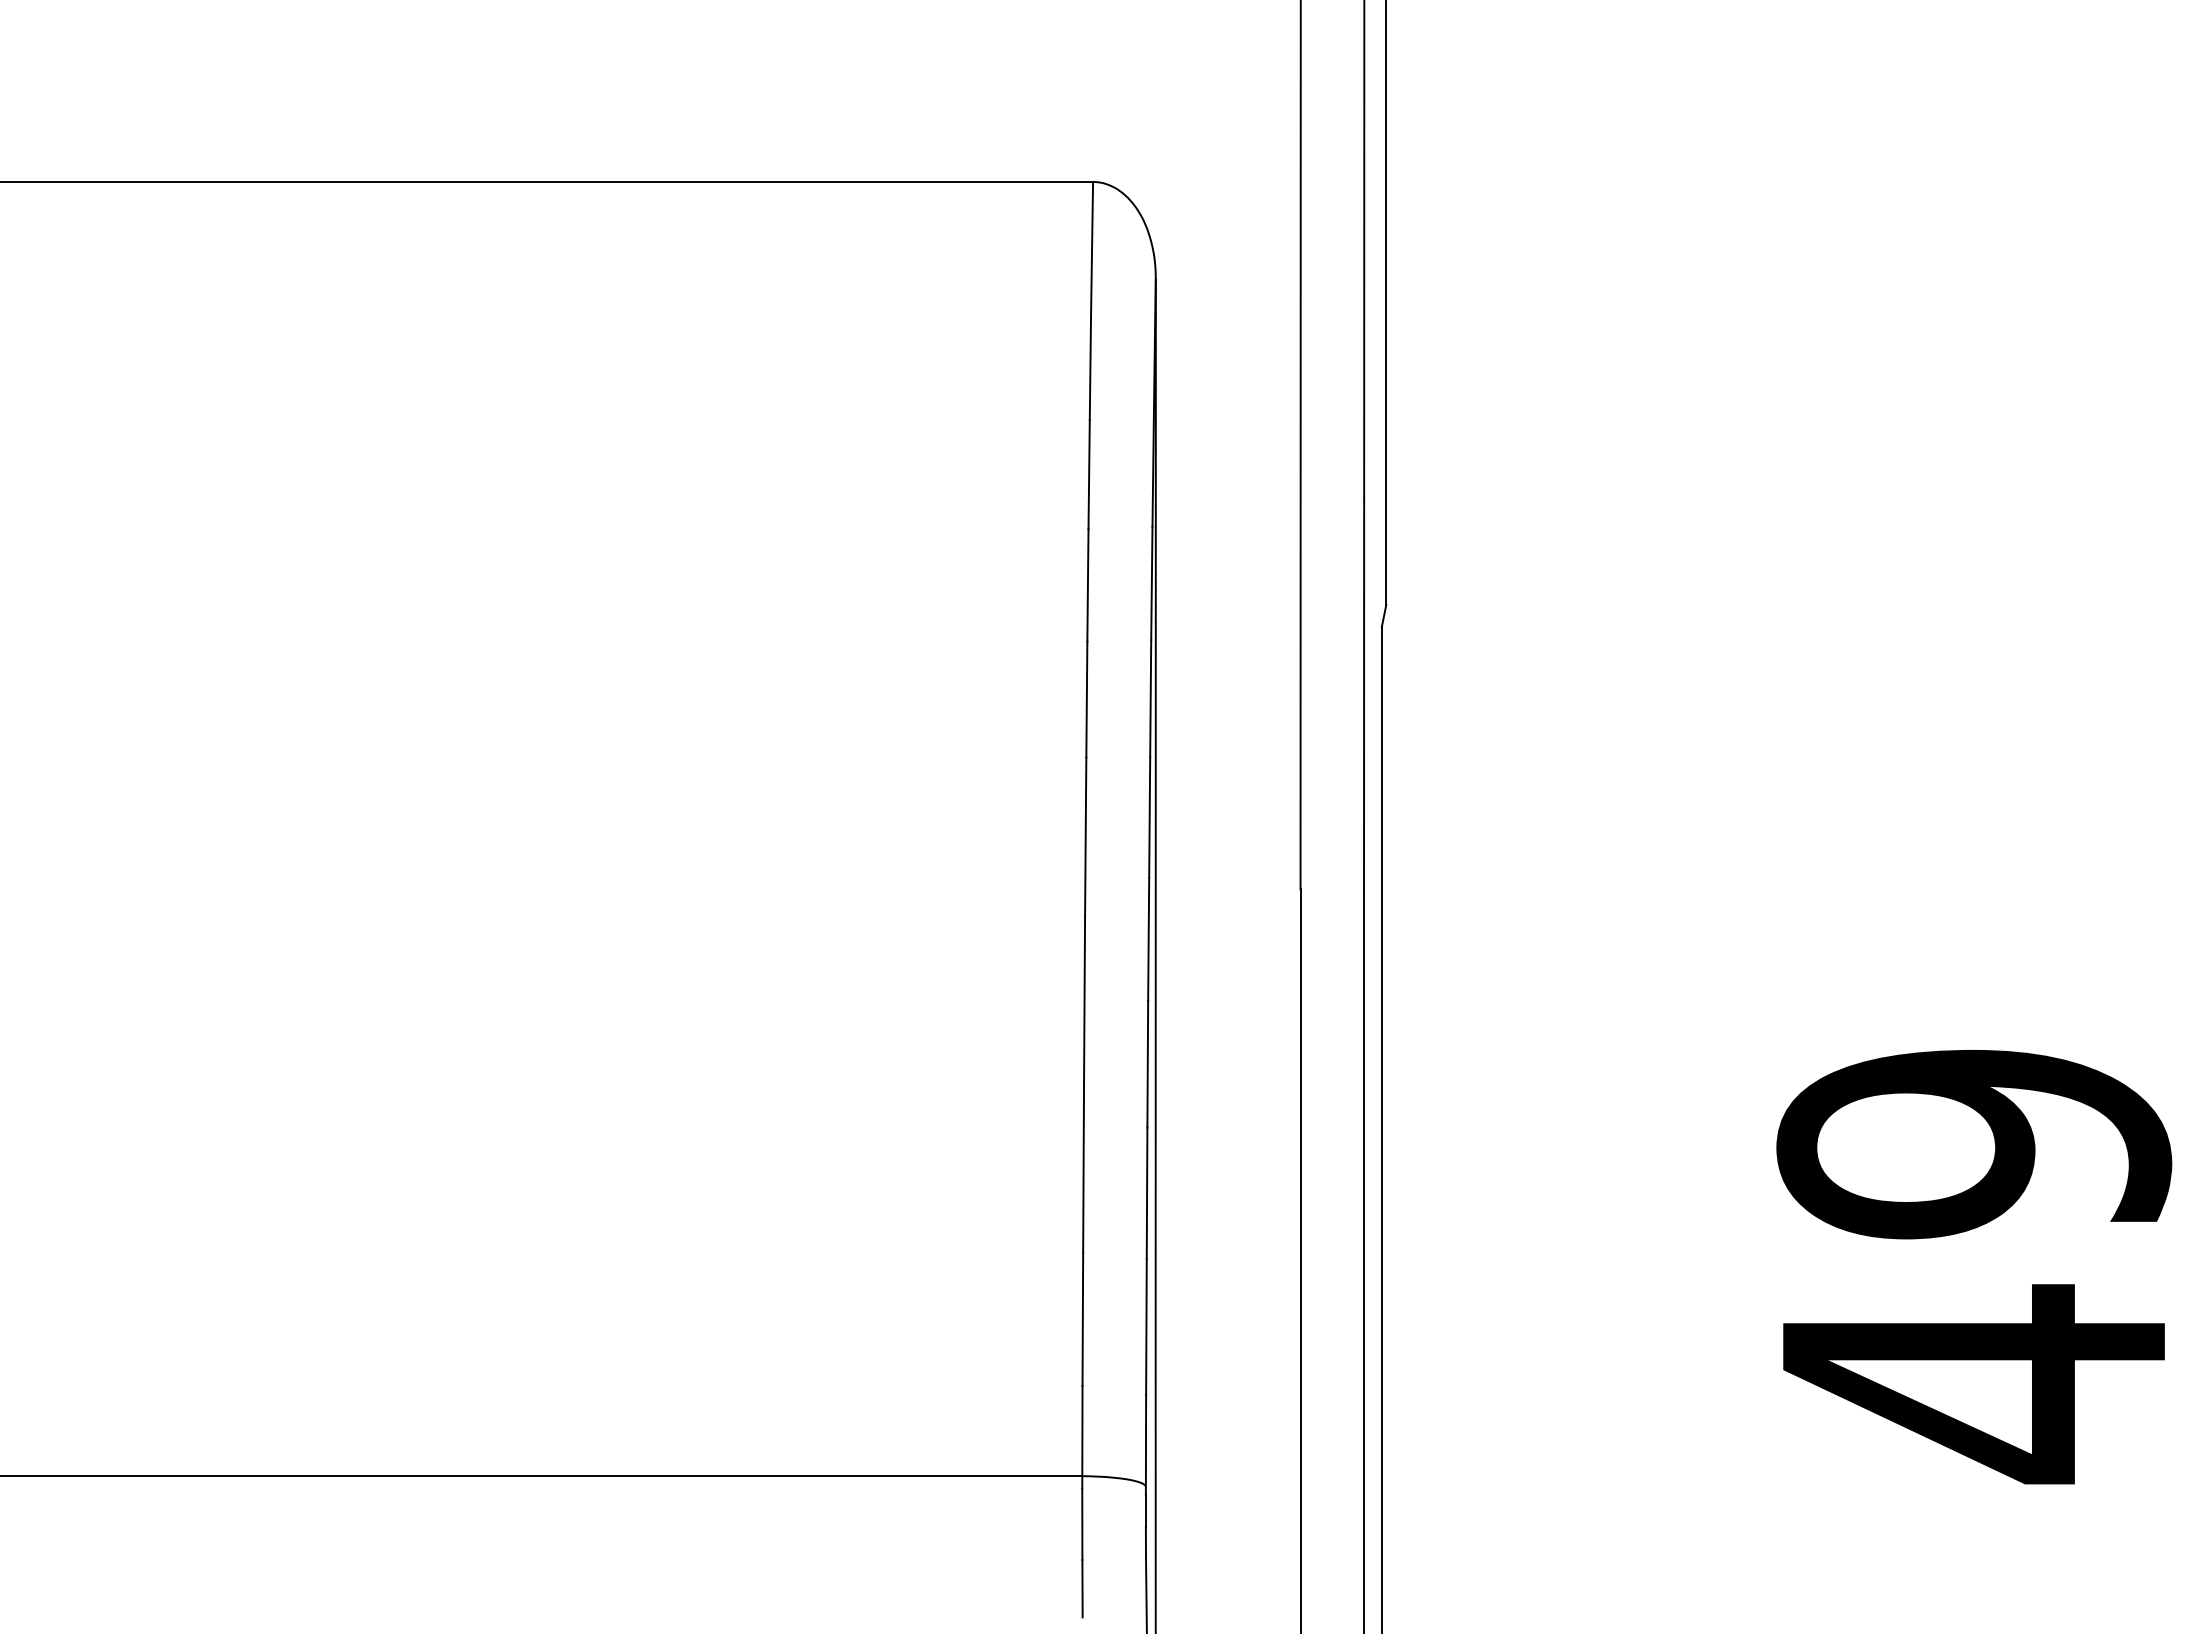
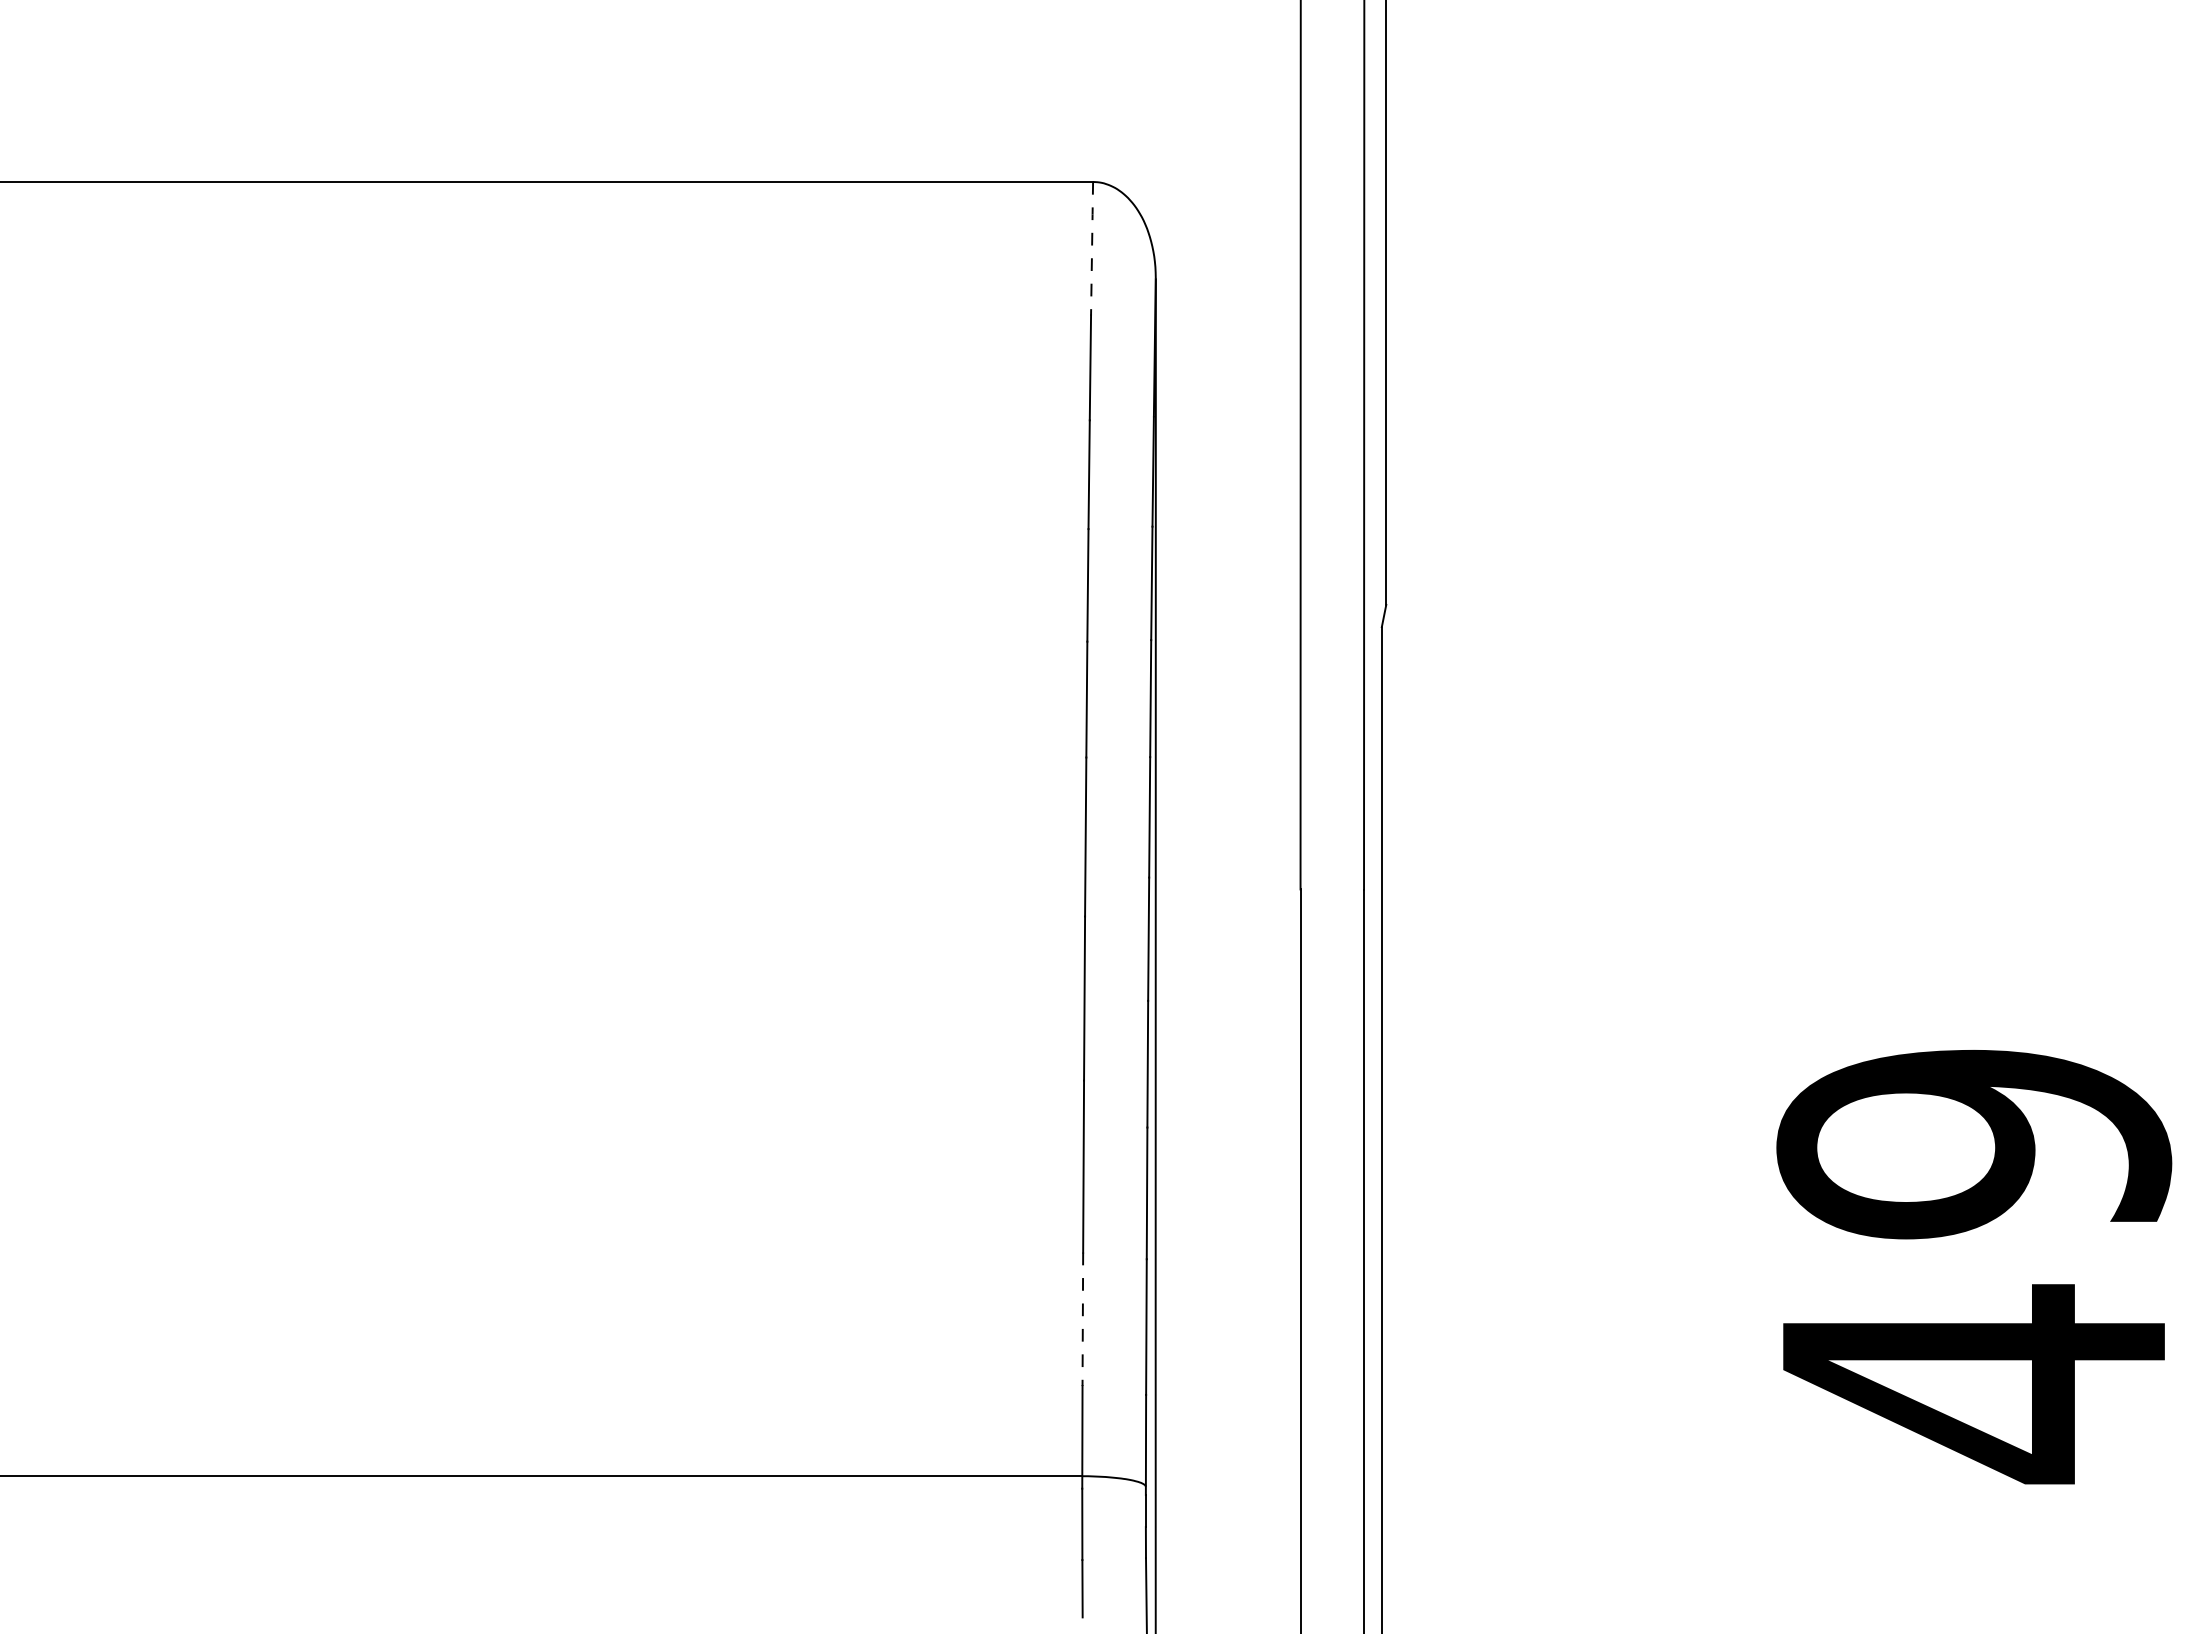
line at (1092, 248): solid -> dashed
line at (1082, 1319): solid -> dashed
